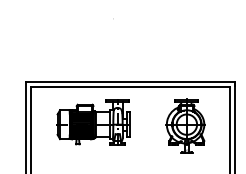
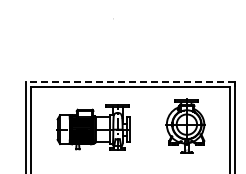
line at (129, 81): solid -> dashed
part at (93, 122) position: (93, 122) -> (93, 127)
